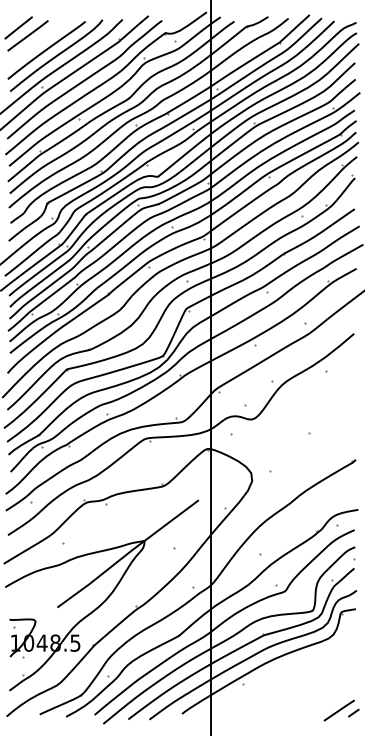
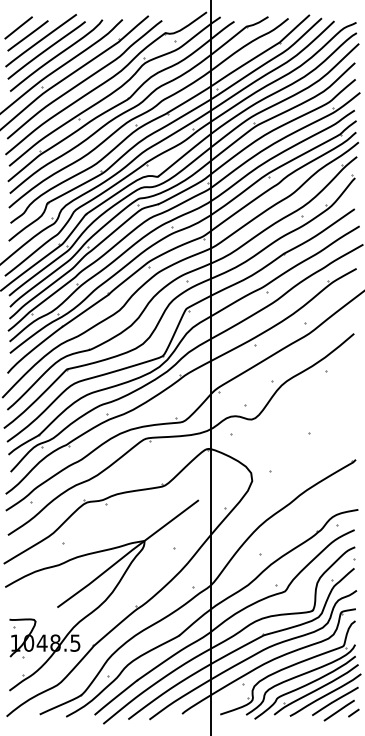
line at (40, 40): none -> present
part at (290, 669): none -> present
